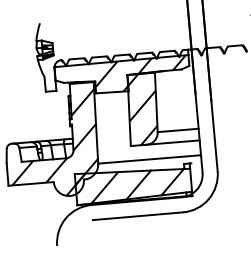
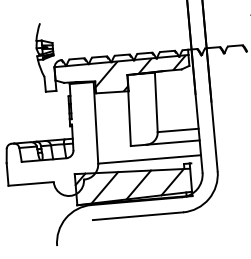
hatch at (142, 109): present -> none
hatch at (54, 142): present -> none
